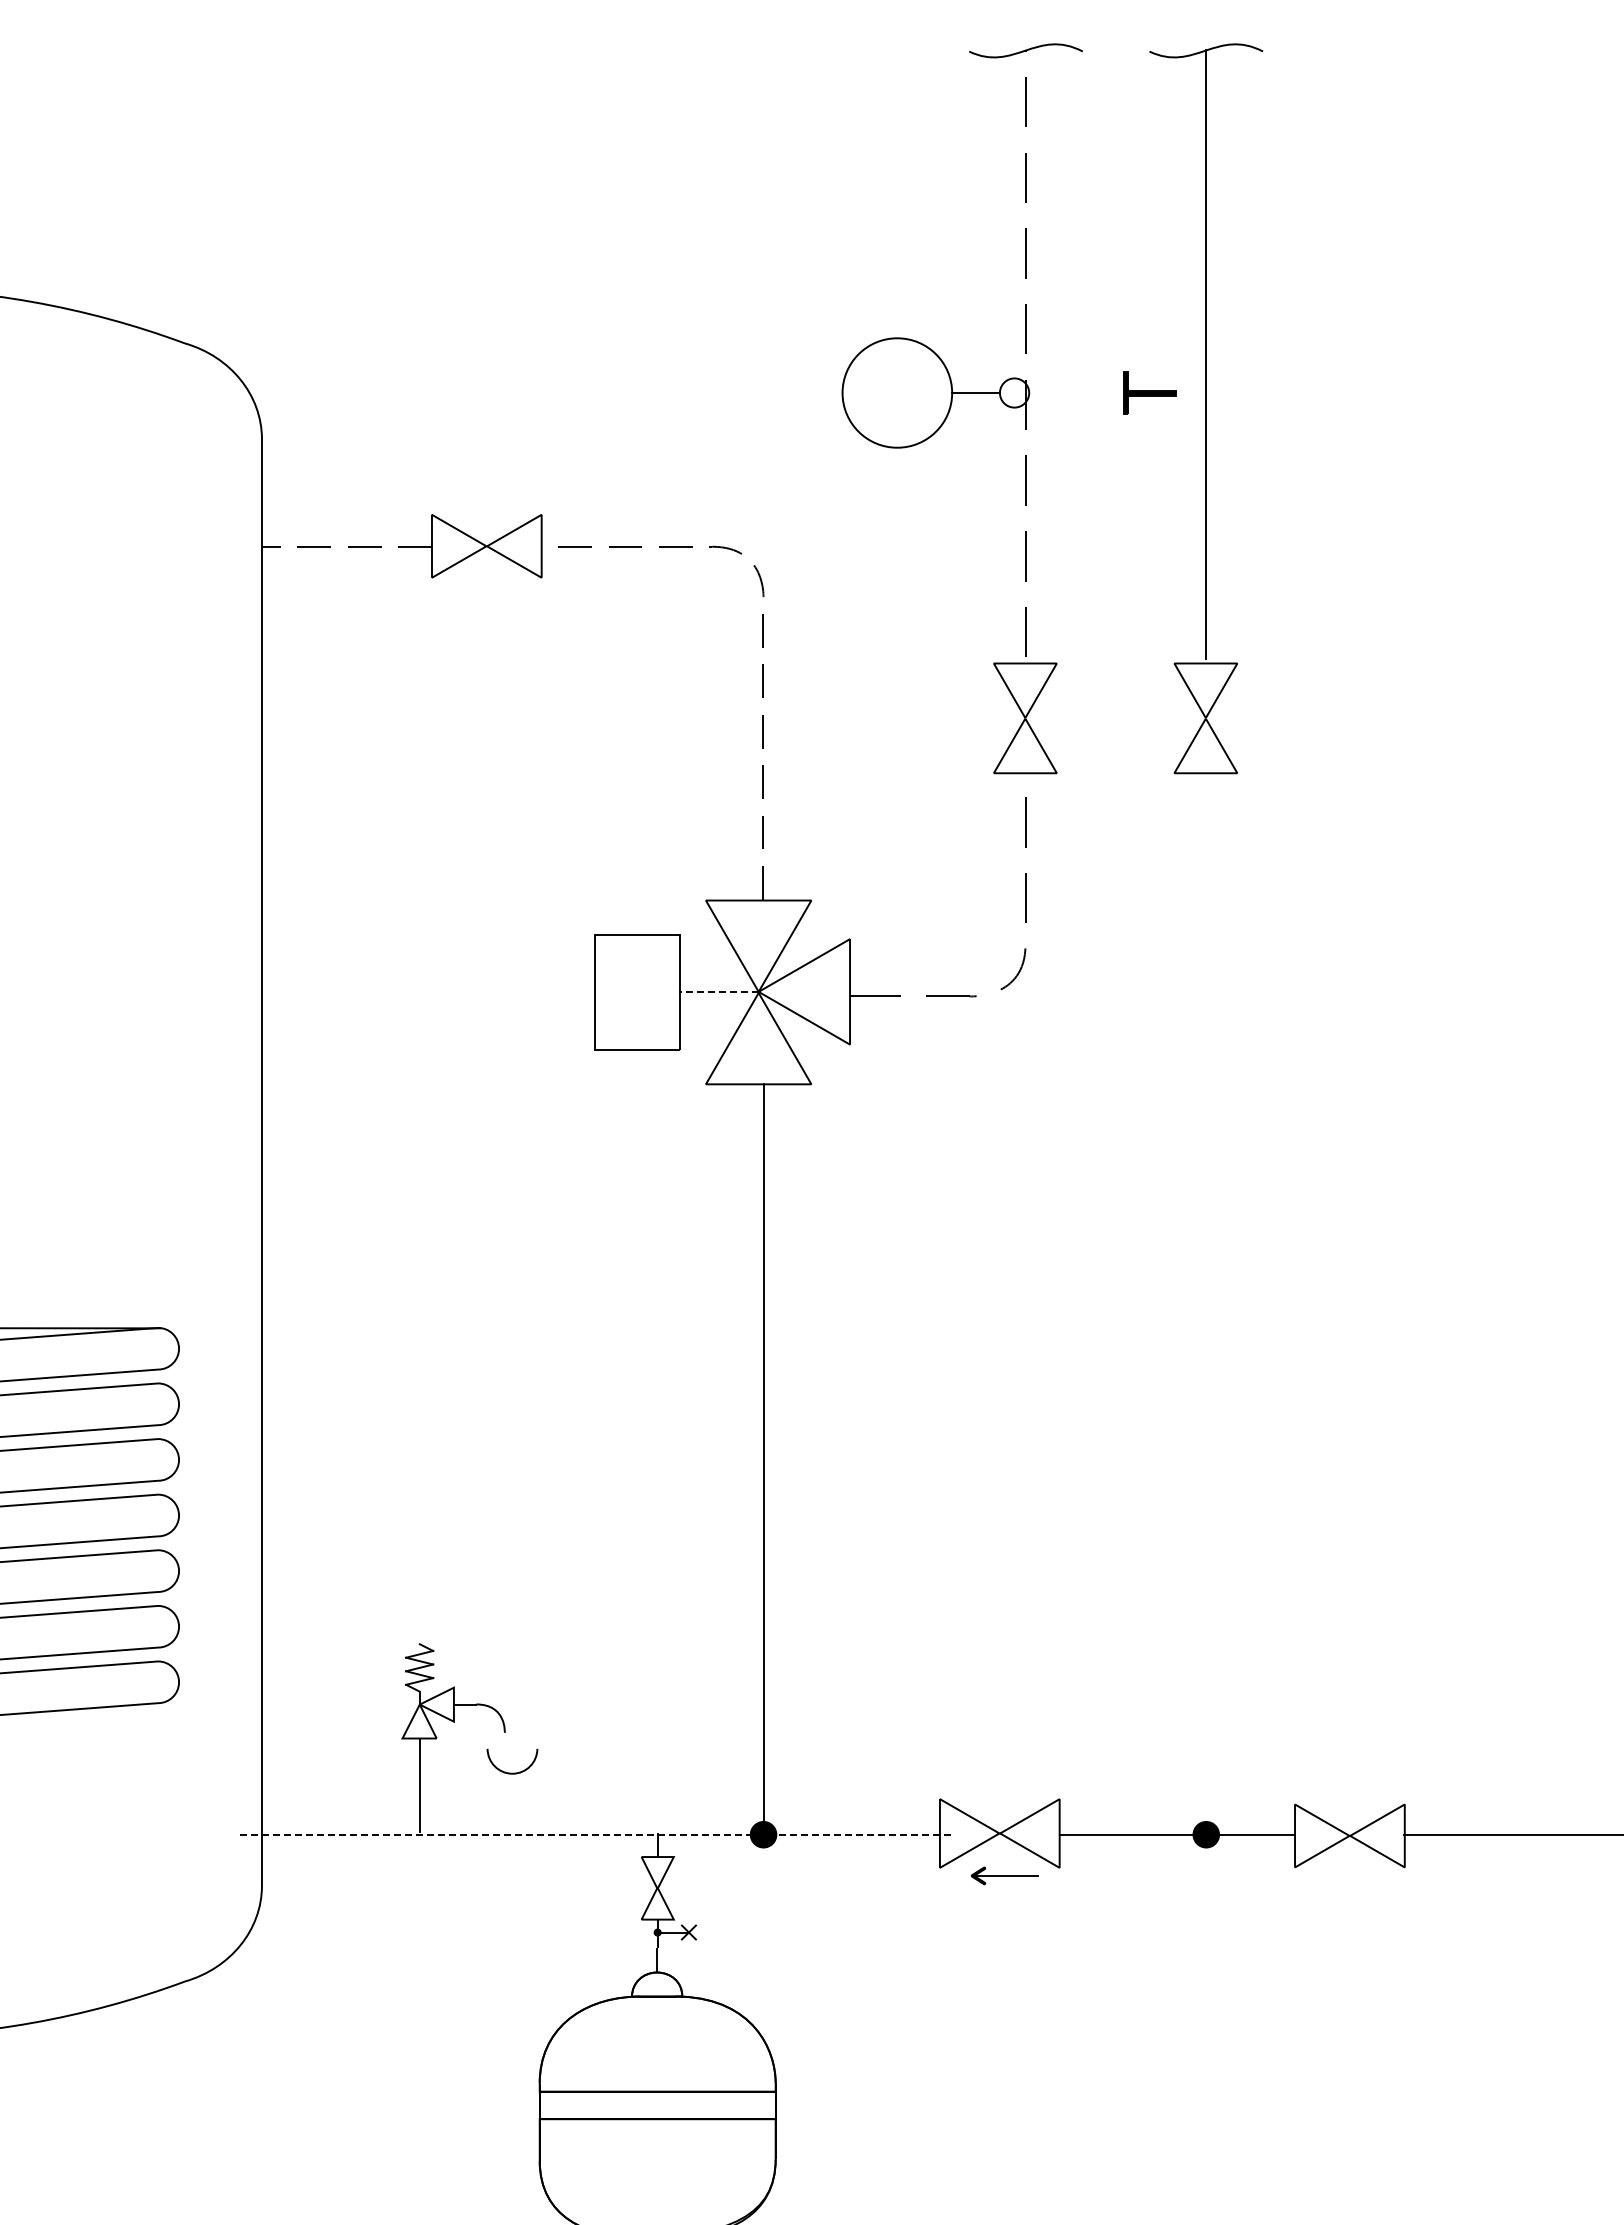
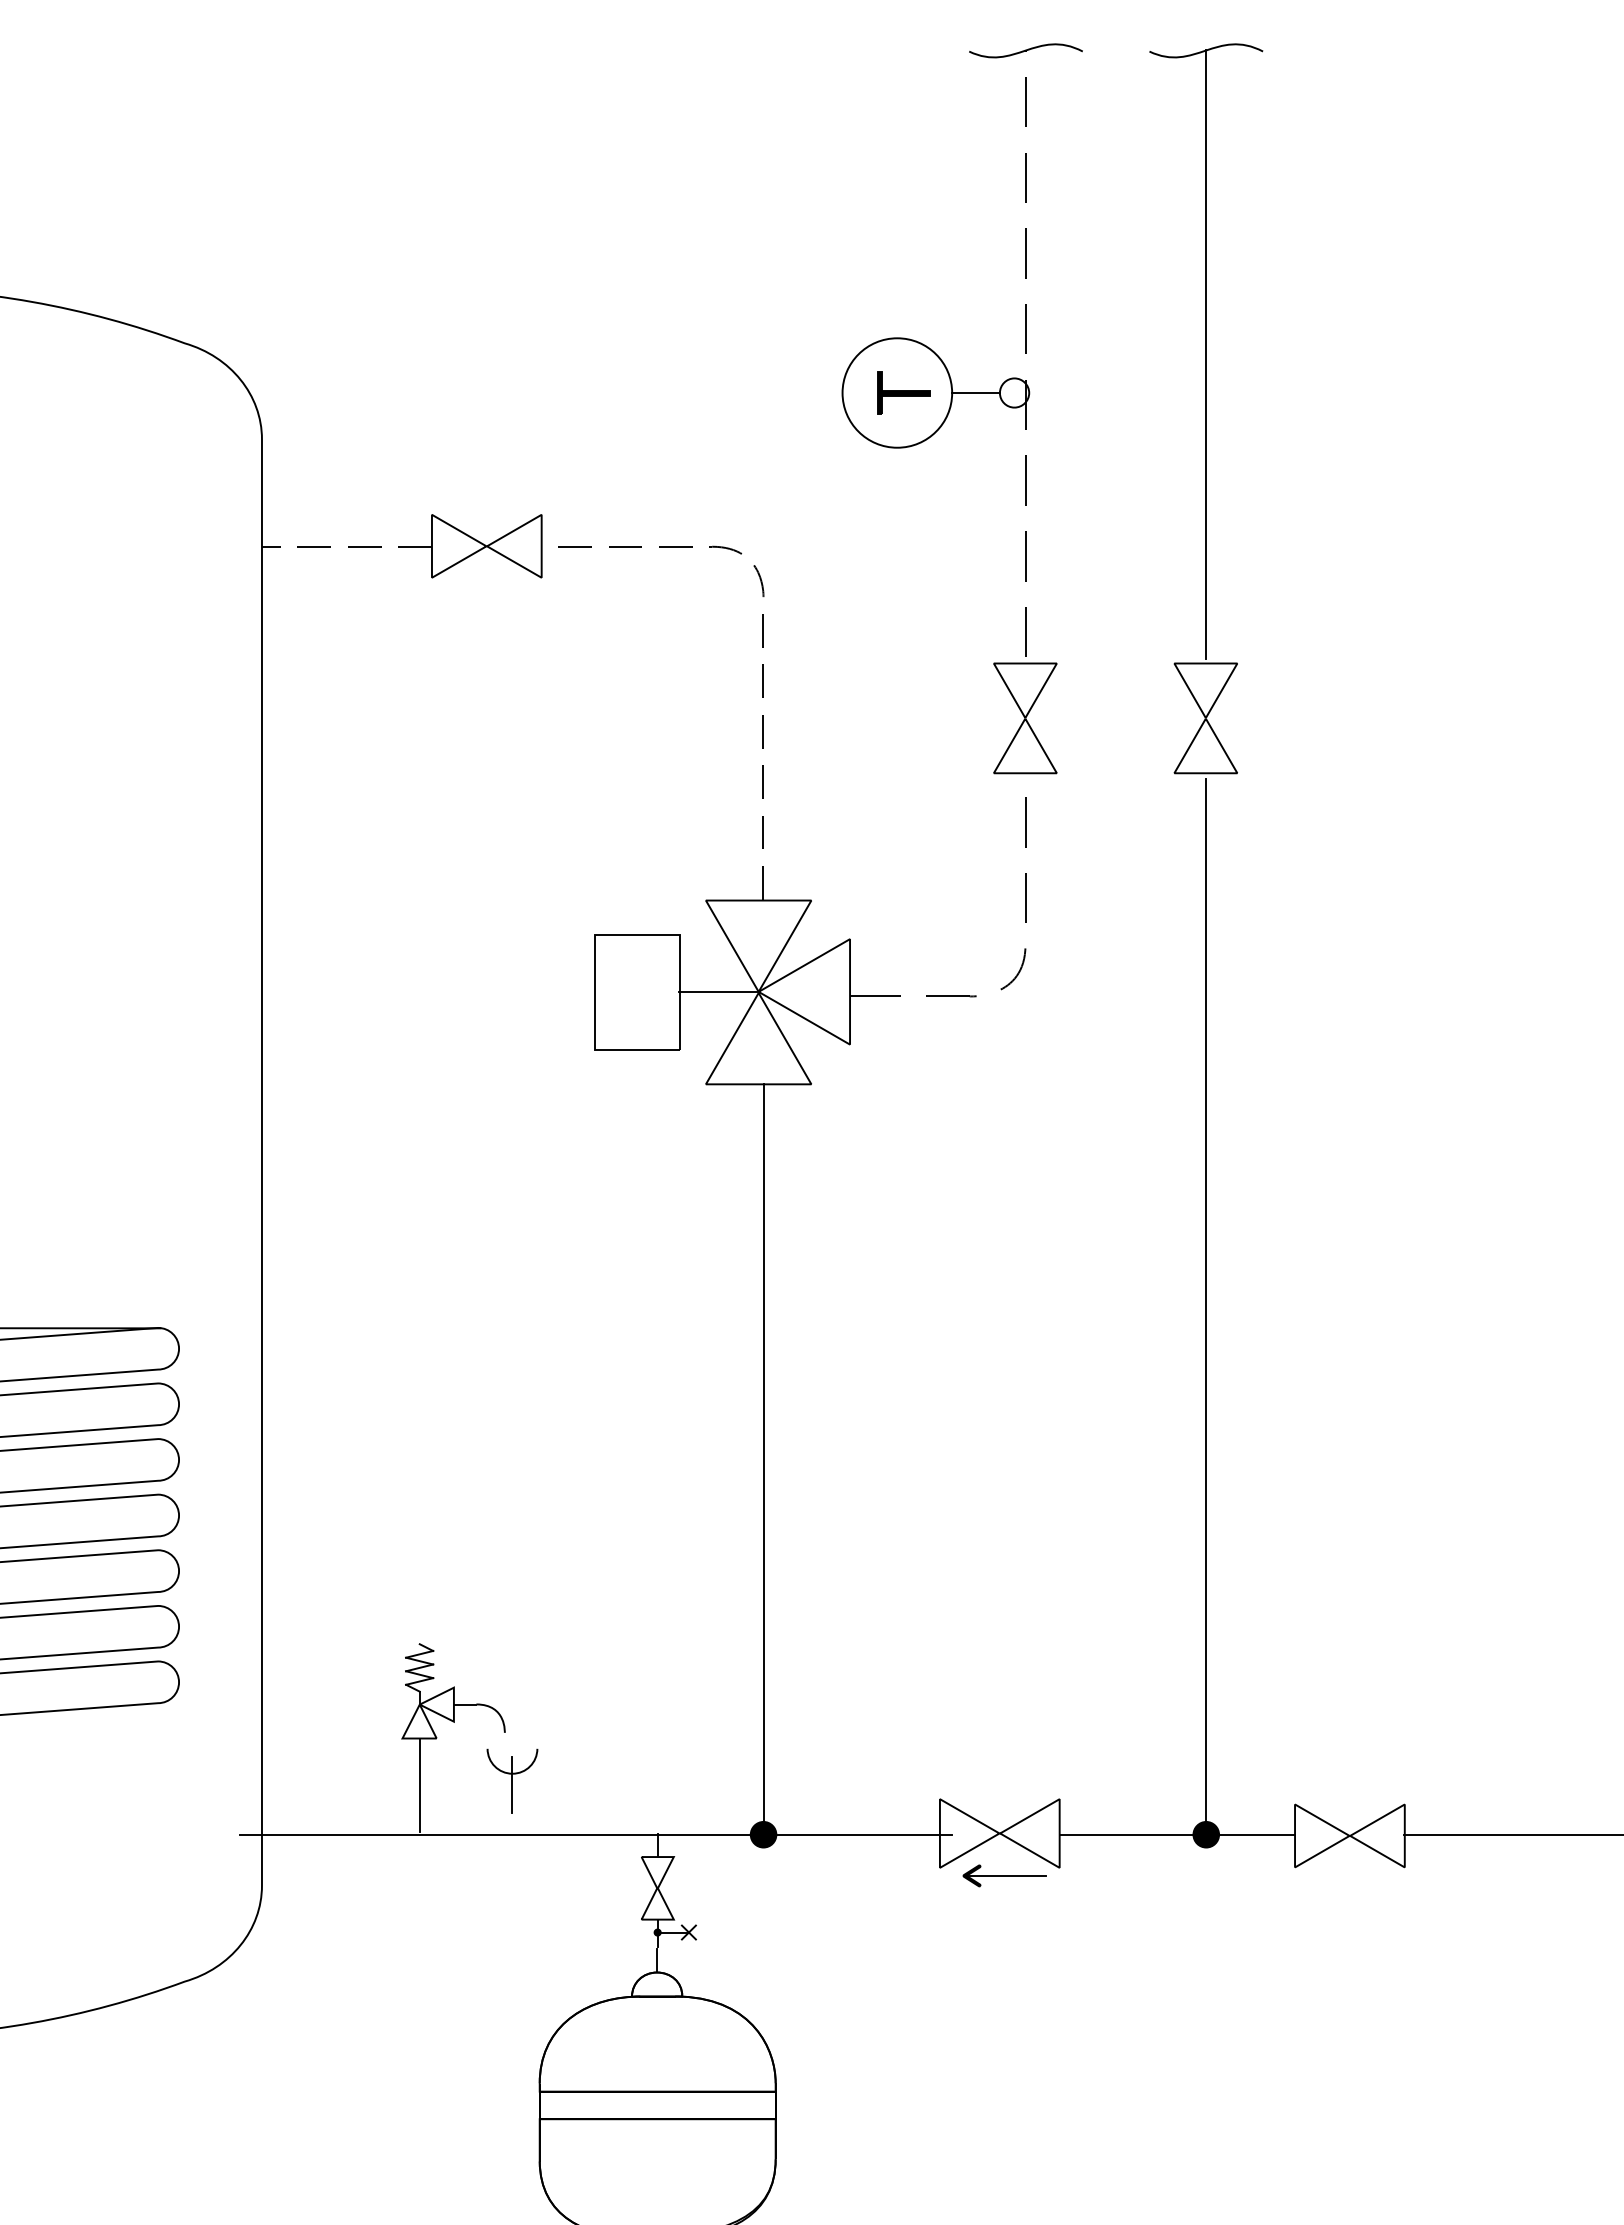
part at (1149, 392) position: (1149, 392) -> (903, 392)
line at (718, 991): dashed -> solid
line at (1206, 1304): none -> present
line at (512, 1784): none -> present
line at (596, 1834): dashed -> solid
part at (1004, 1875) size: 68x20 px -> 85x24 px
